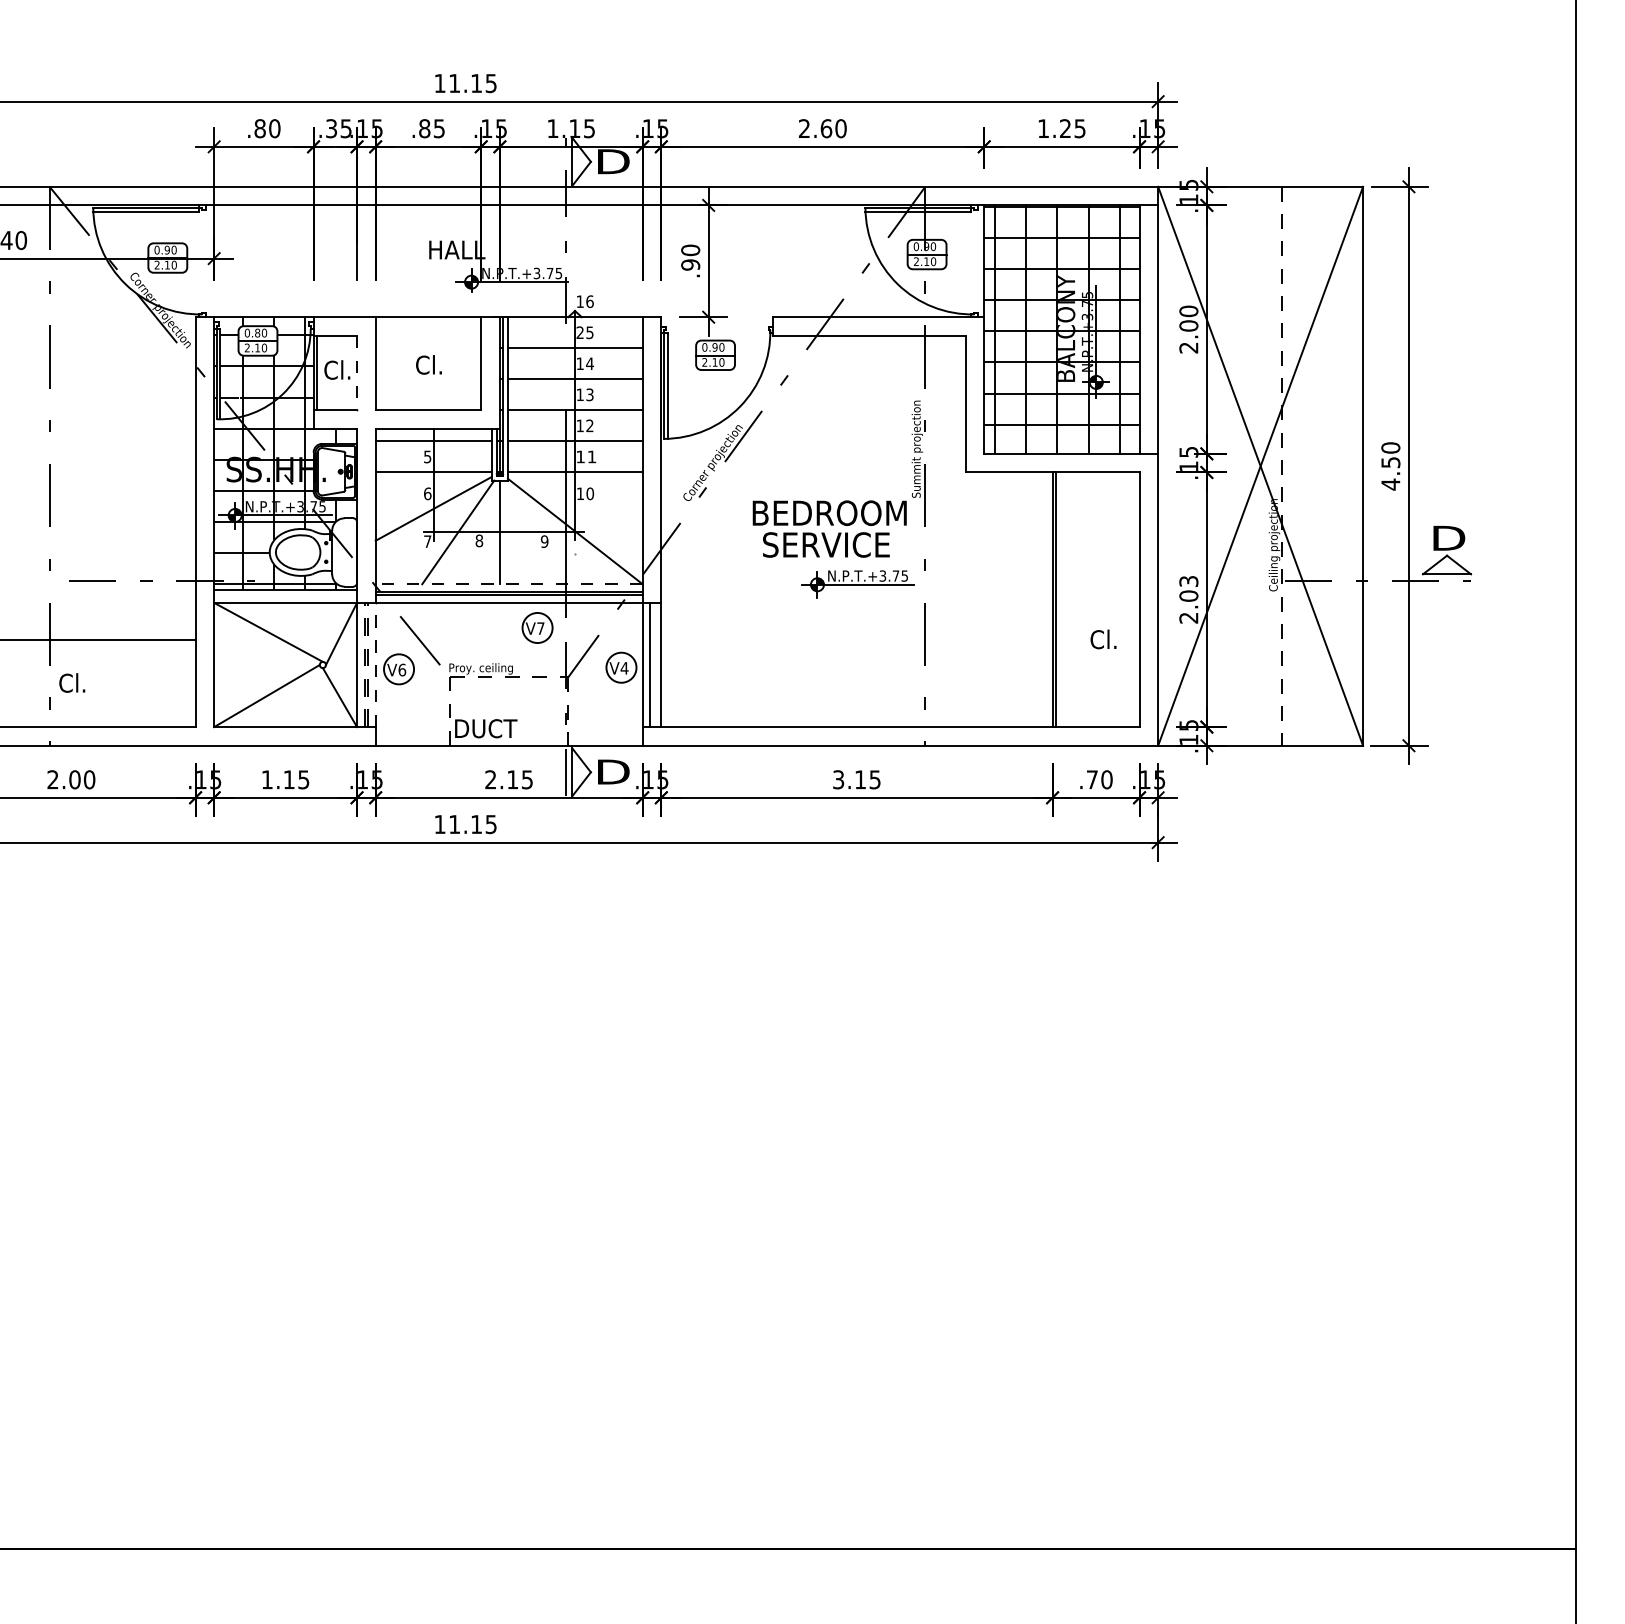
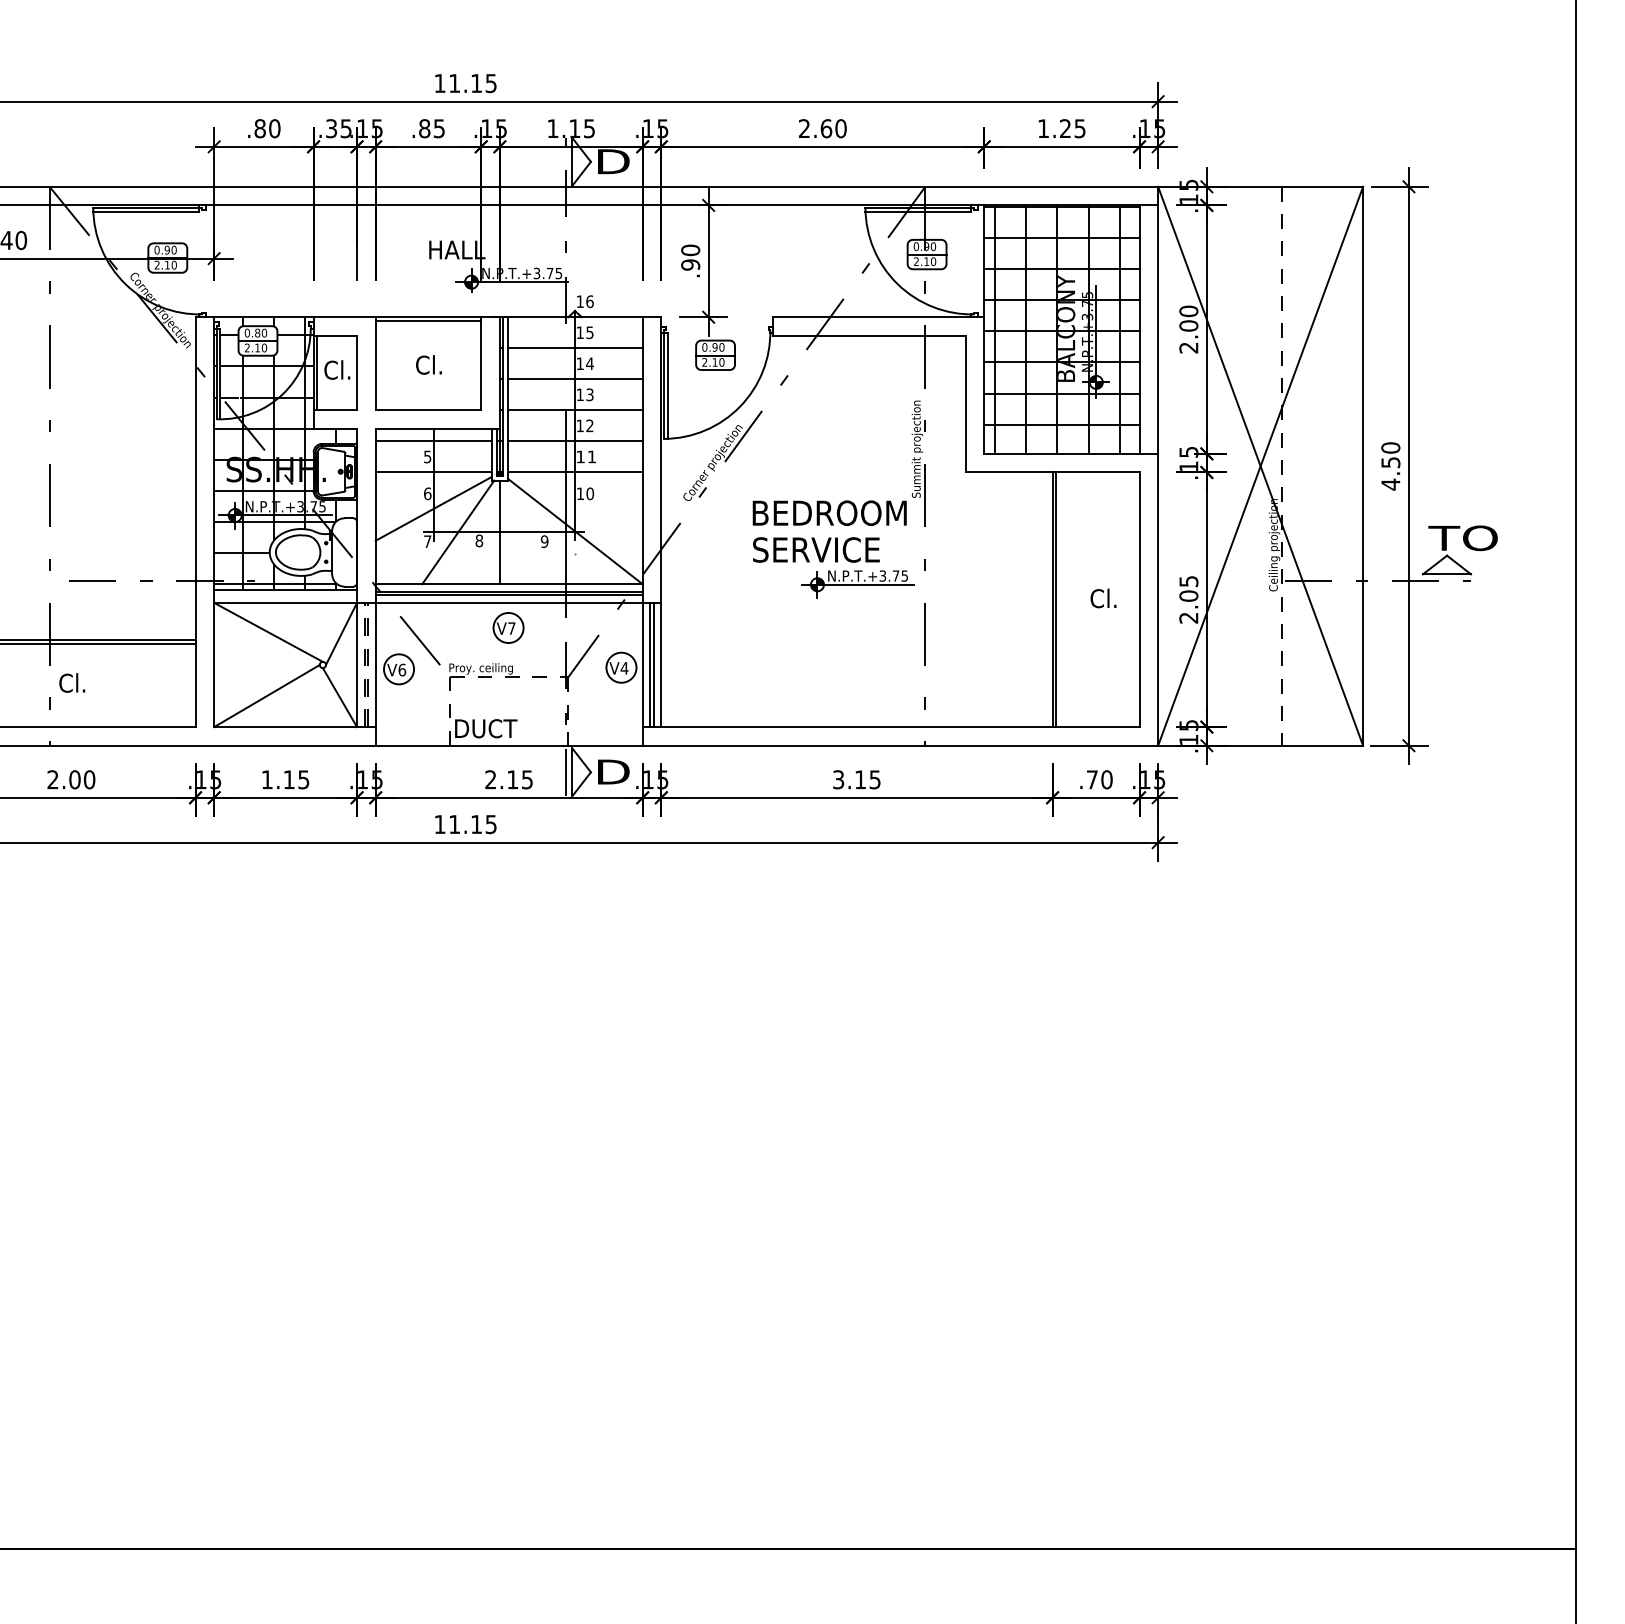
line at (428, 320): none -> present
text at (579, 332): 25 -> 15
line at (357, 373): dashed -> solid
text at (1462, 538): D -> TO
text at (826, 544) position: (826, 544) -> (816, 549)
text at (1188, 581): 2.03 -> 2.05
line at (509, 584): dashed -> solid
part at (537, 627) position: (537, 627) -> (508, 627)
text at (1103, 639) position: (1103, 639) -> (1103, 598)
line at (98, 643): none -> present
line at (375, 664): dashed -> solid
line at (653, 664): none -> present
